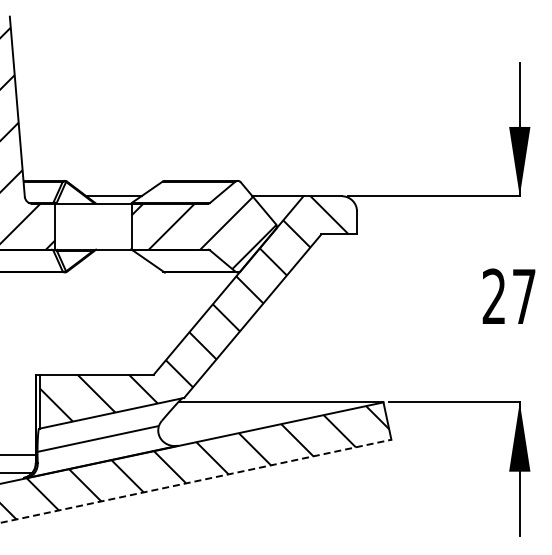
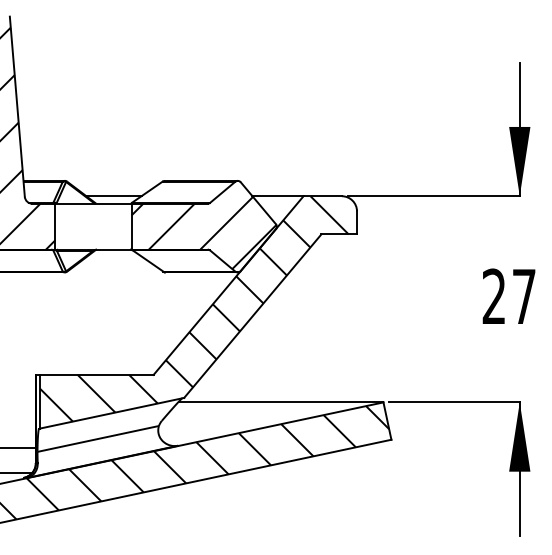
line at (18, 454) position: (18, 454) -> (18, 447)
line at (196, 481): dashed -> solid
